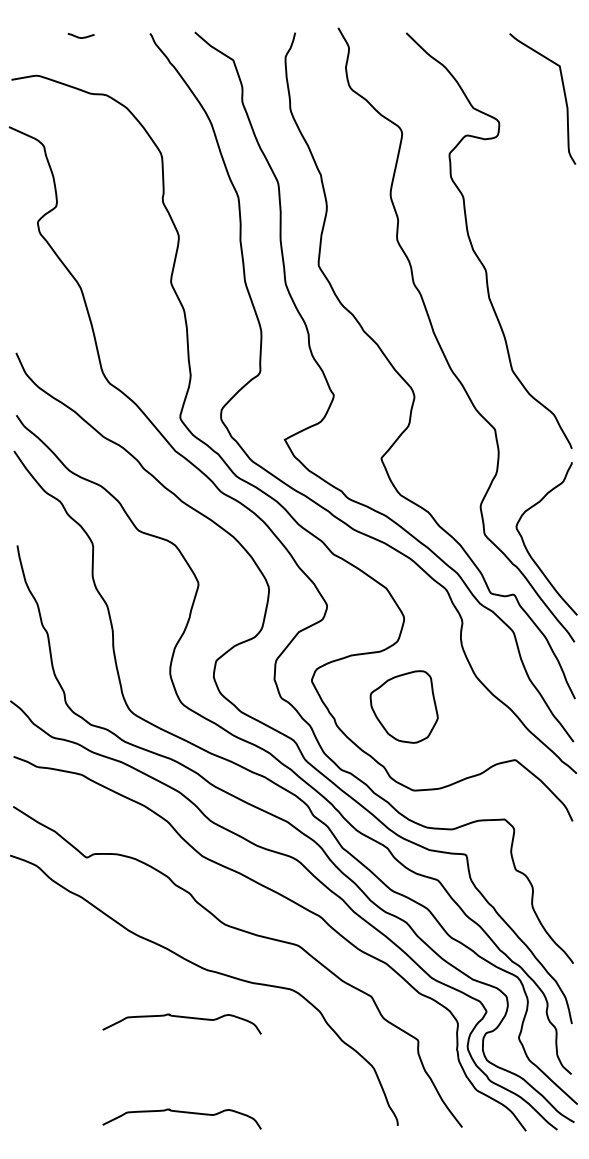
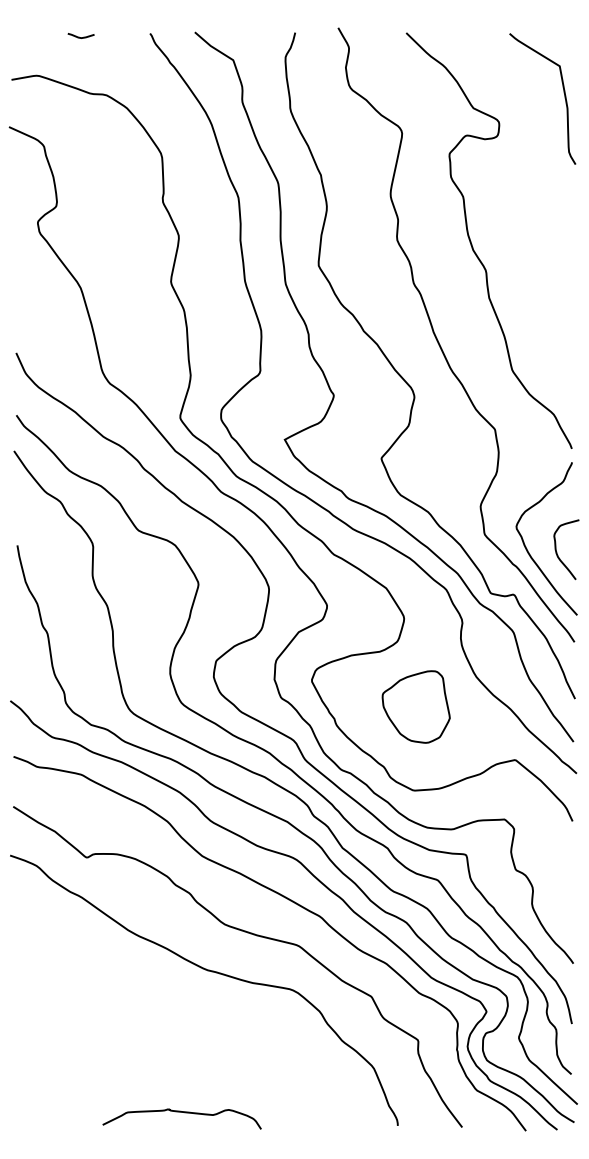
curve at (557, 552): none -> present
part at (403, 706) position: (403, 706) -> (415, 706)
curve at (184, 1018): present -> none
